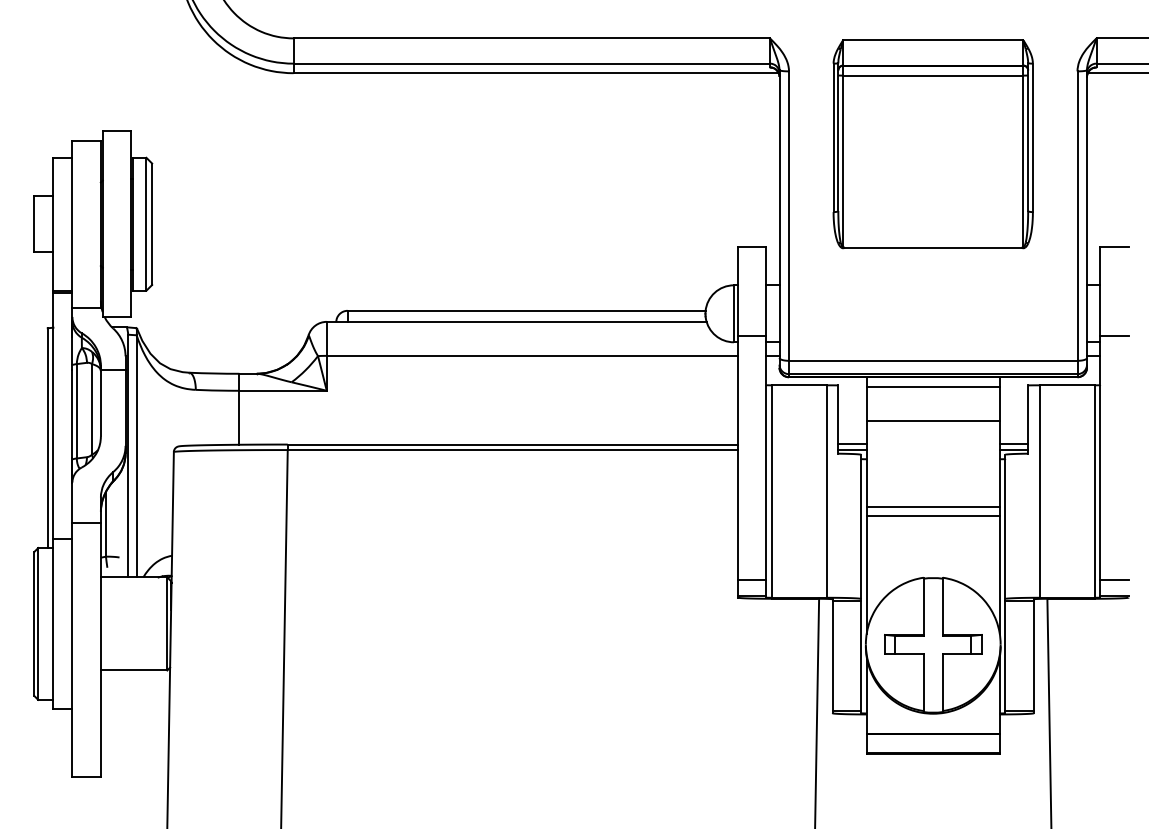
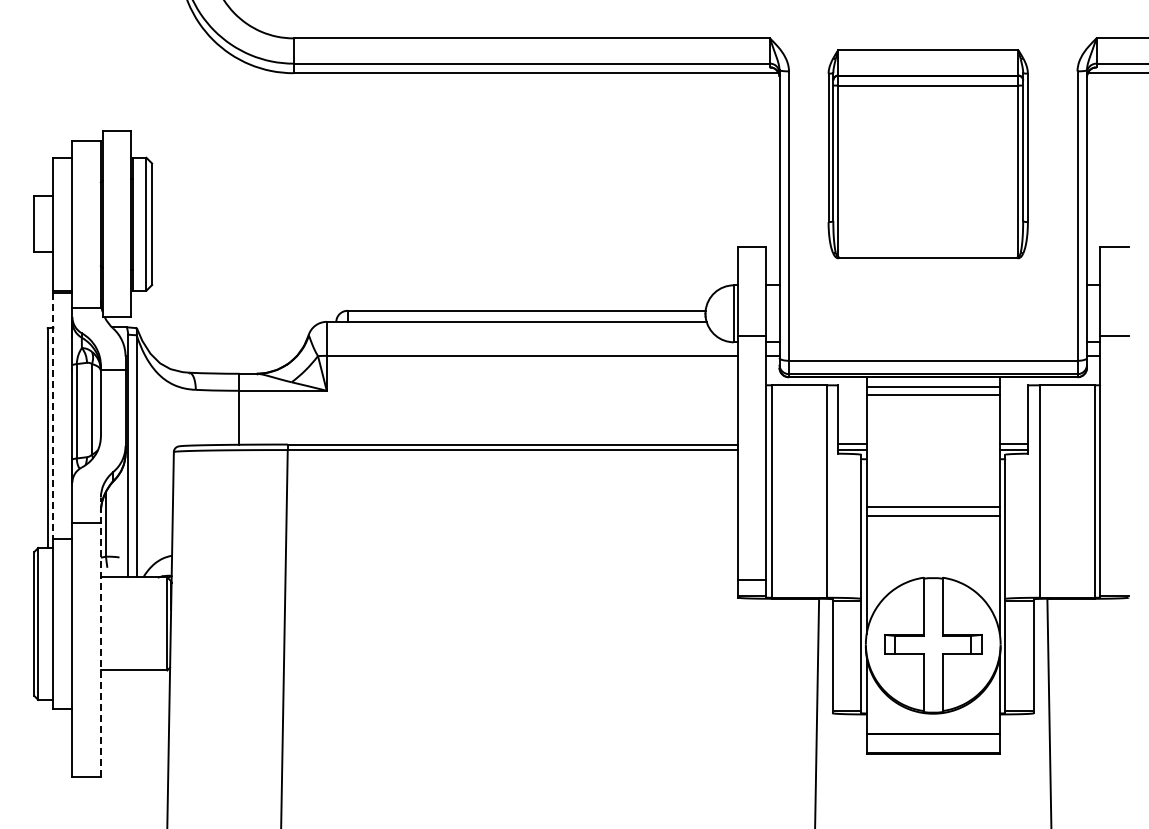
part at (932, 144) position: (932, 144) -> (927, 154)
line at (53, 416): solid -> dashed
line at (932, 420) position: (932, 420) -> (932, 394)
line at (1114, 580): present -> none
line at (100, 637): solid -> dashed
